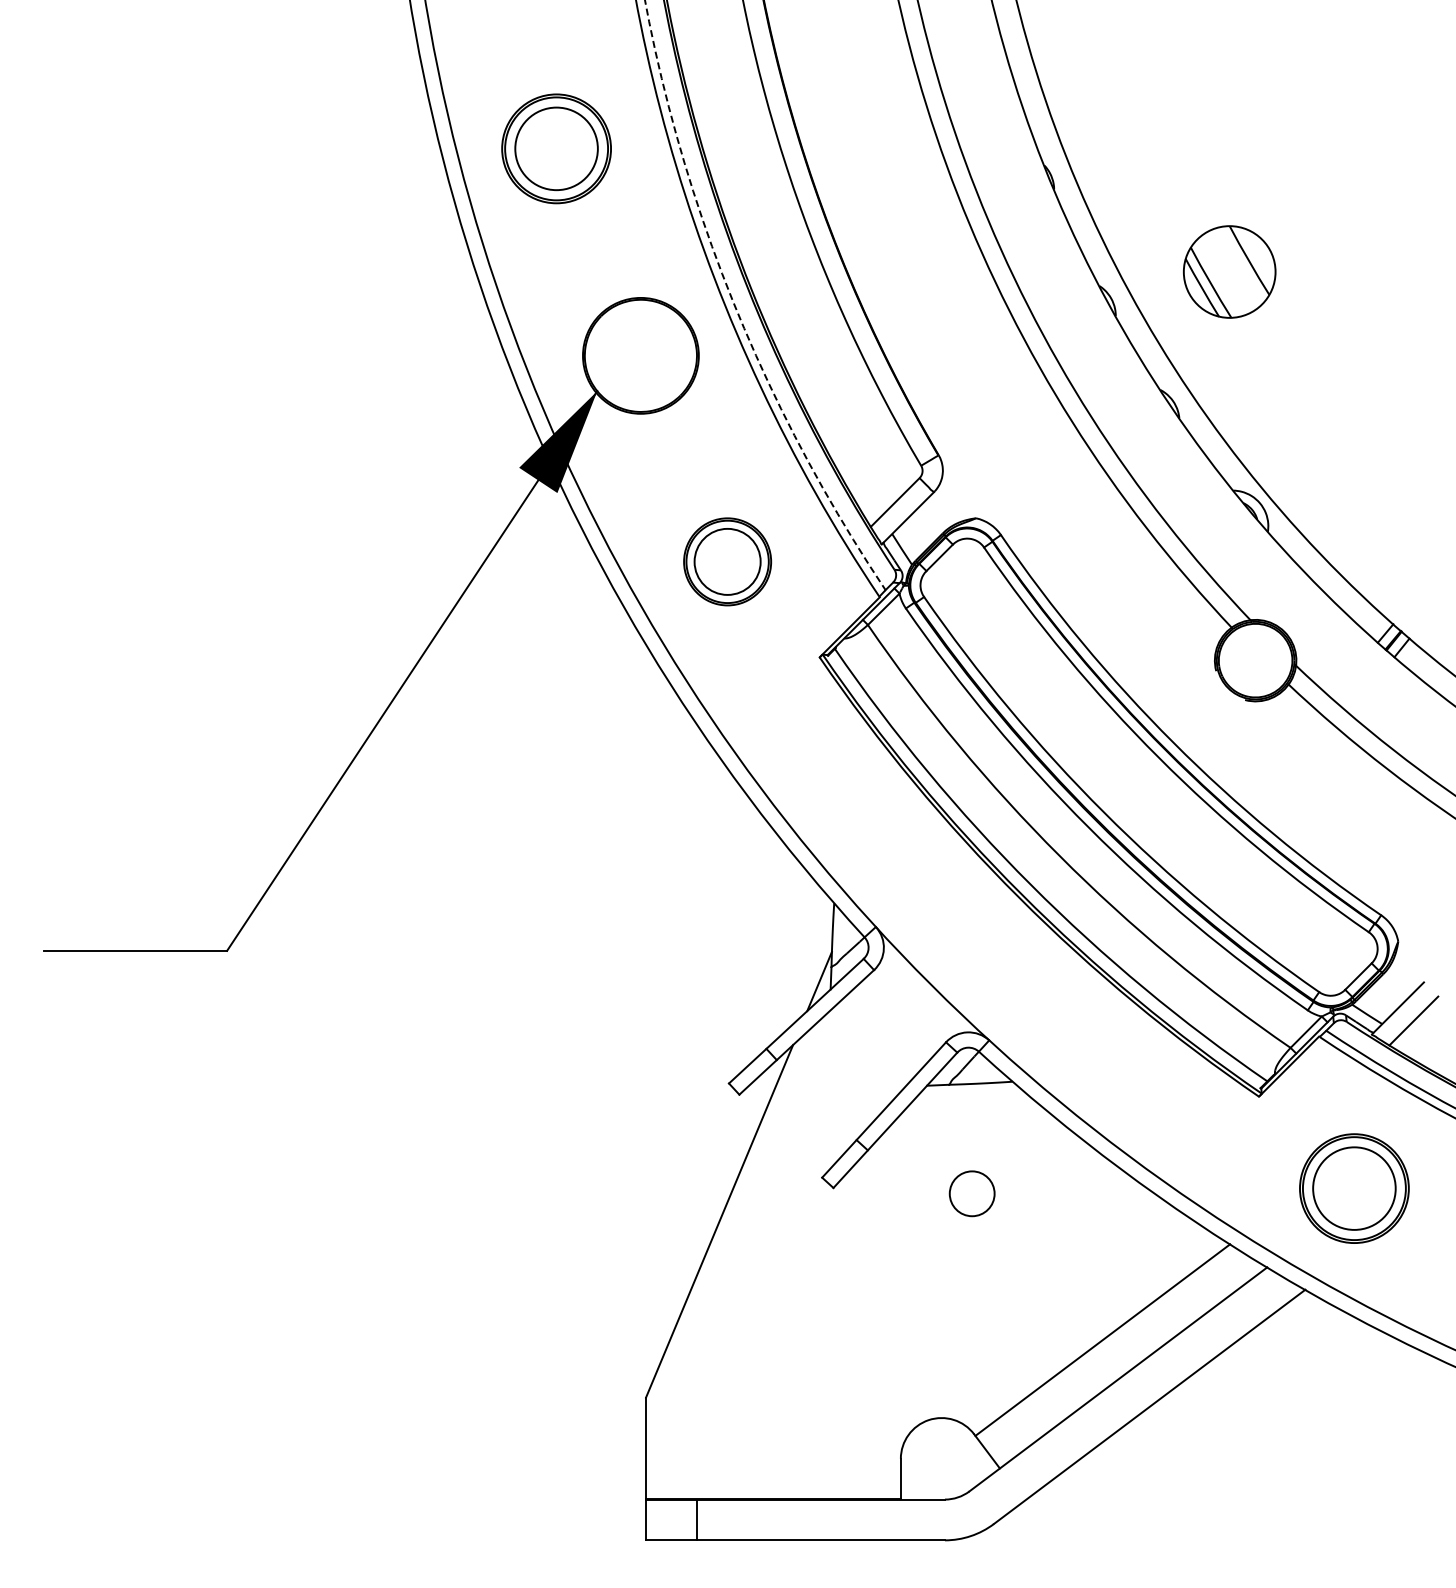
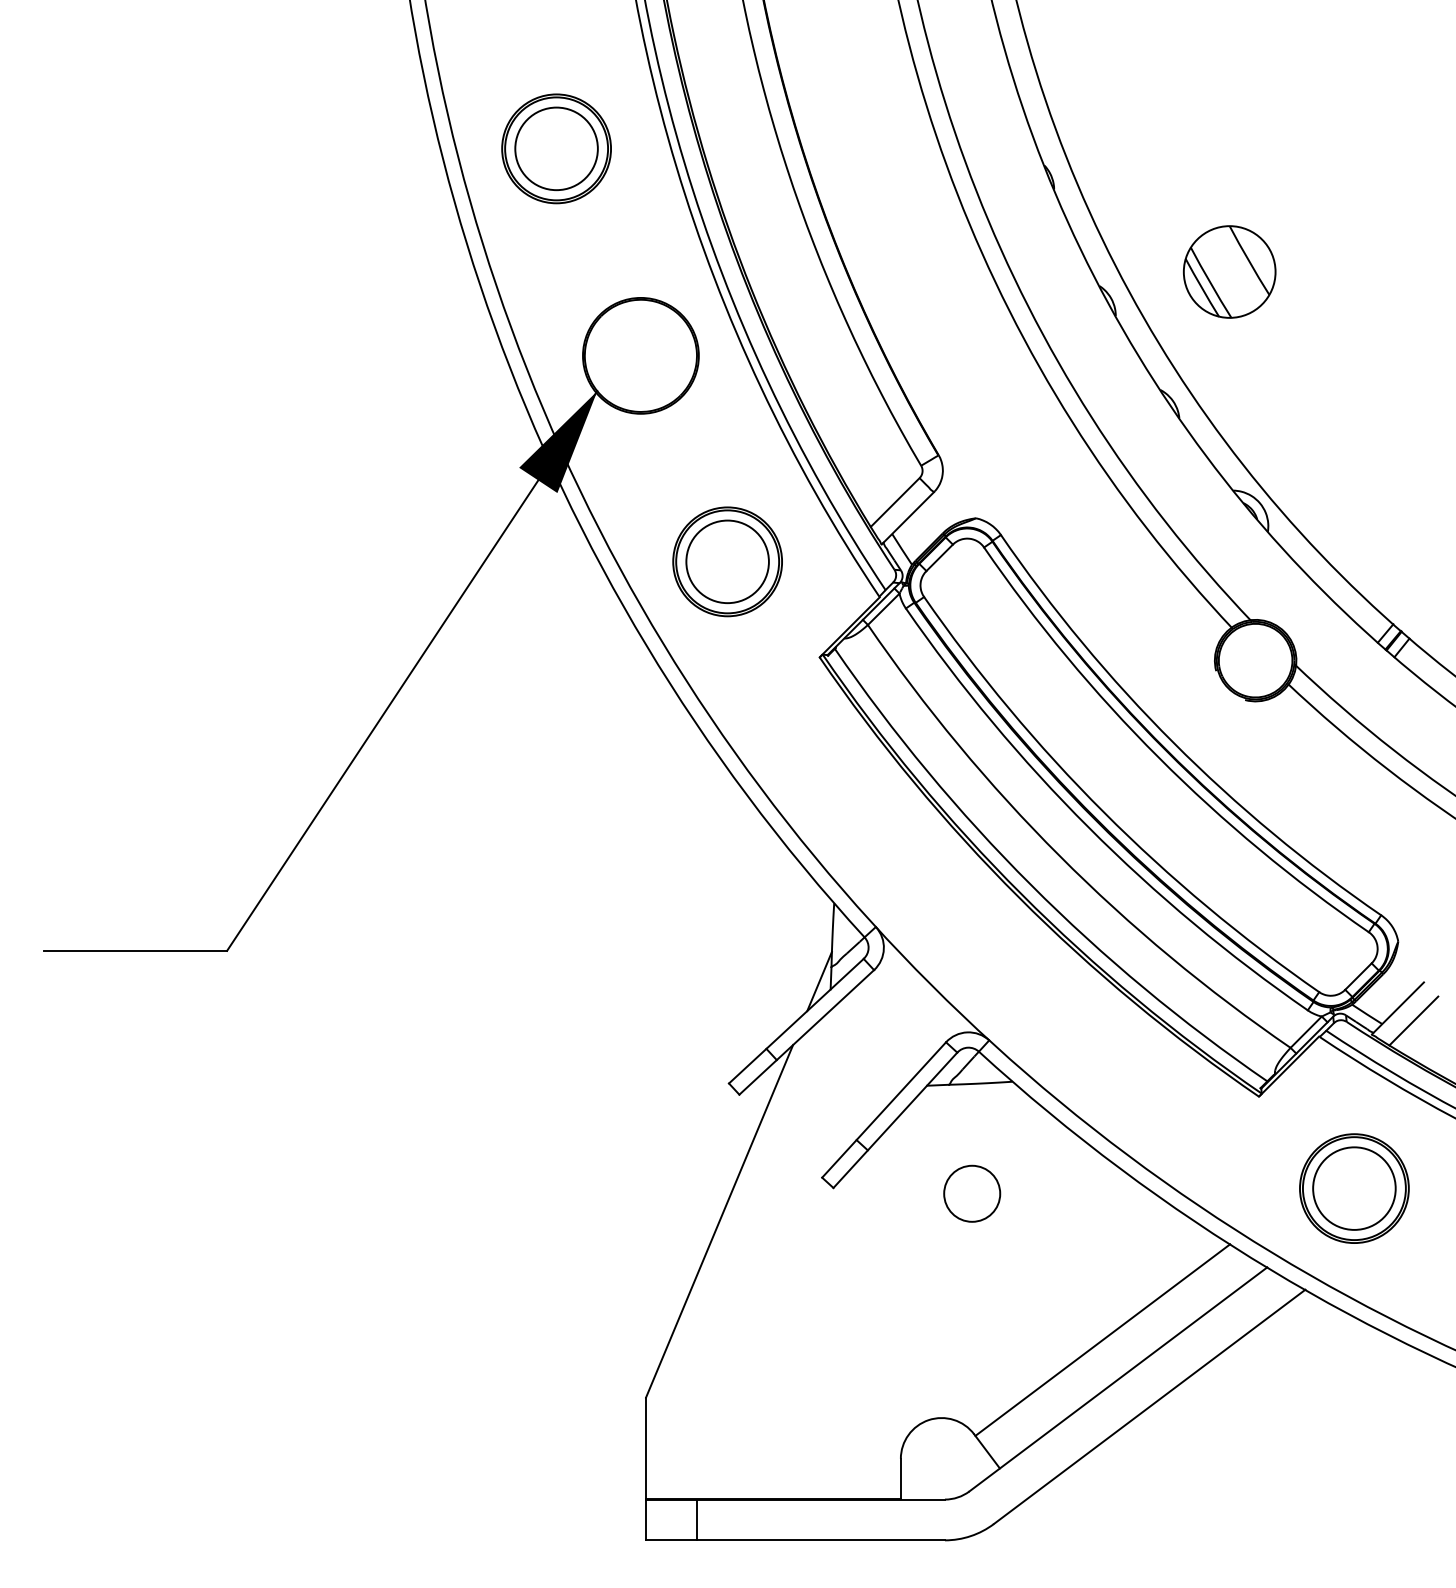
arc at (734, 304): dashed -> solid
part at (727, 561) size: 90x90 px -> 111x112 px
circle at (971, 1193) diameter: 45 px -> 56 px
